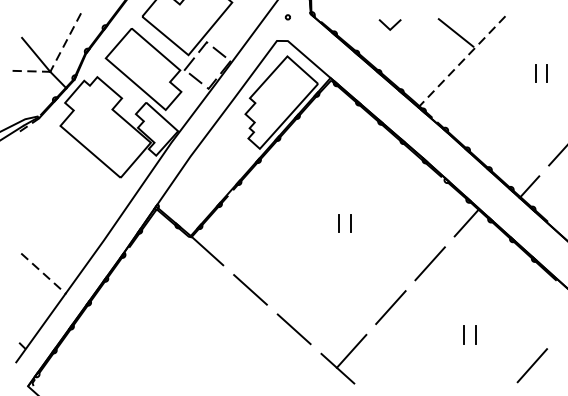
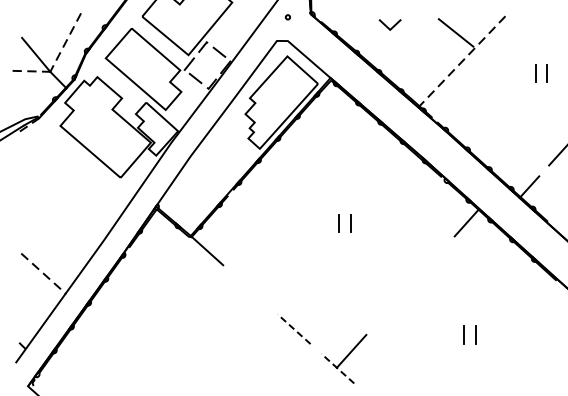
line at (429, 263): present -> none
line at (250, 289): present -> none
line at (390, 307): present -> none
line at (293, 328): solid -> dashed
line at (532, 365): present -> none
line at (337, 368): solid -> dashed
